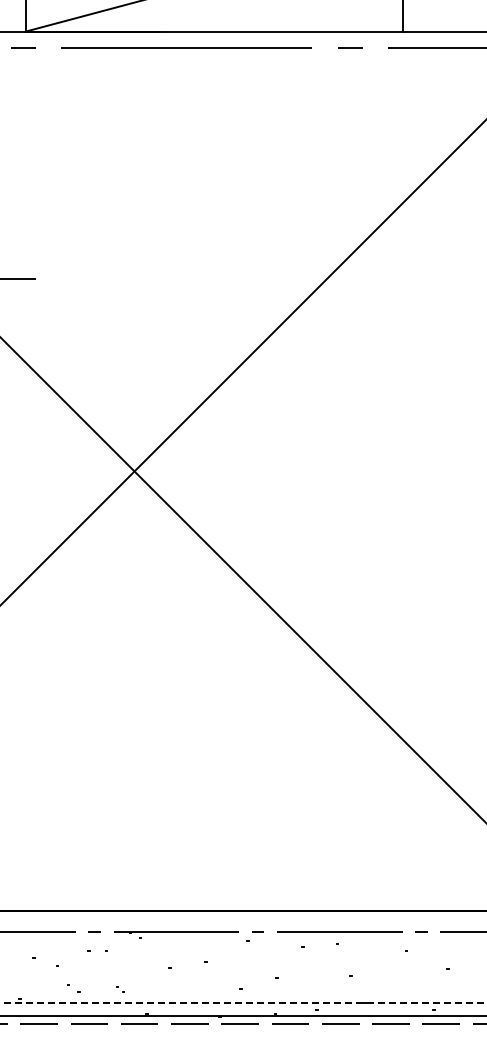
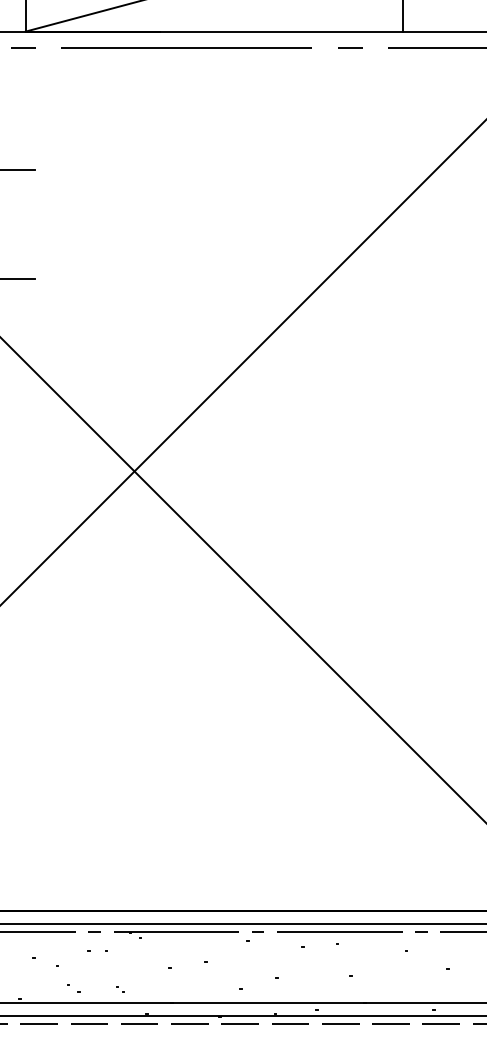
line at (18, 169): none -> present
line at (242, 923): none -> present
line at (242, 1003): dashed -> solid
